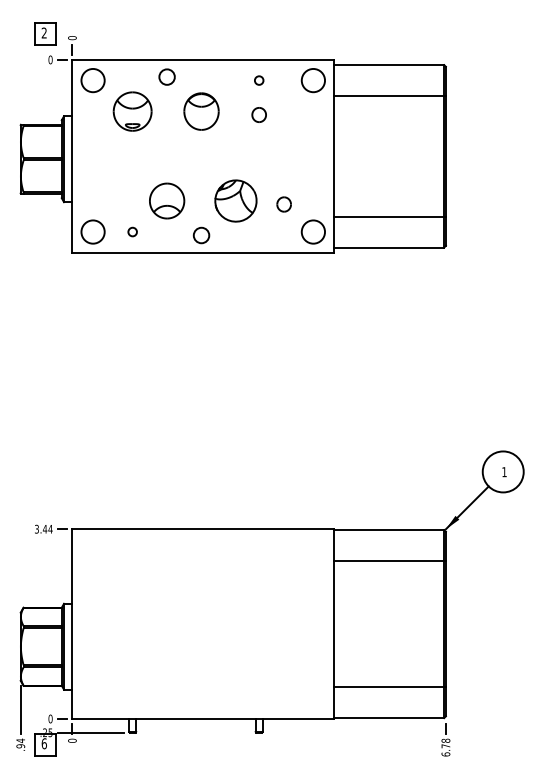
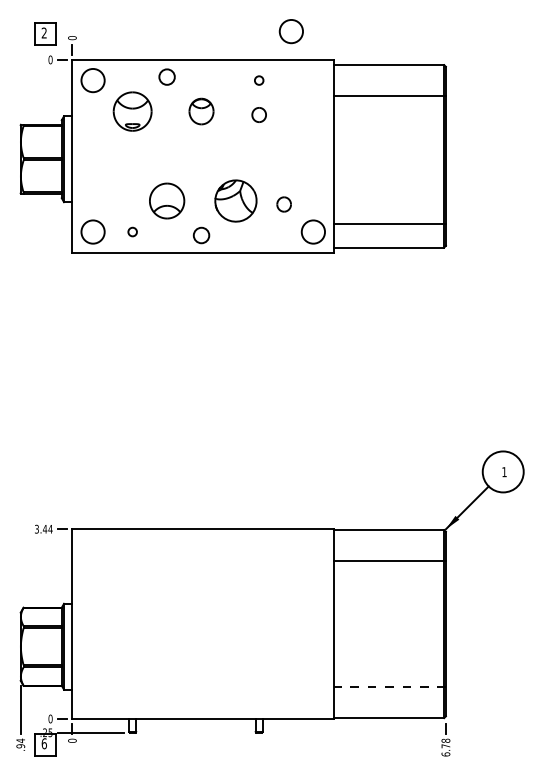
circle at (312, 80) position: (312, 80) -> (290, 31)
part at (201, 111) size: 37x39 px -> 27x29 px
line at (389, 216) position: (389, 216) -> (389, 223)
line at (389, 687): solid -> dashed
